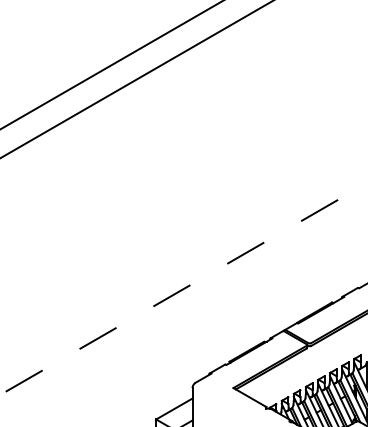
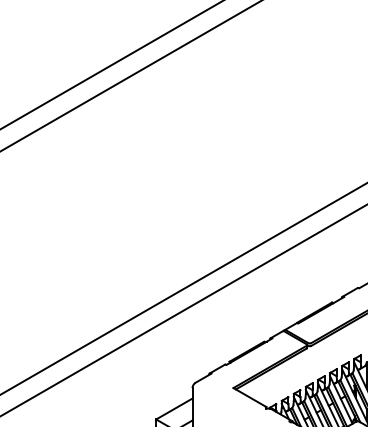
line at (136, 79) position: (136, 79) -> (130, 76)
line at (183, 288): dashed -> solid
line at (183, 310): none -> present
